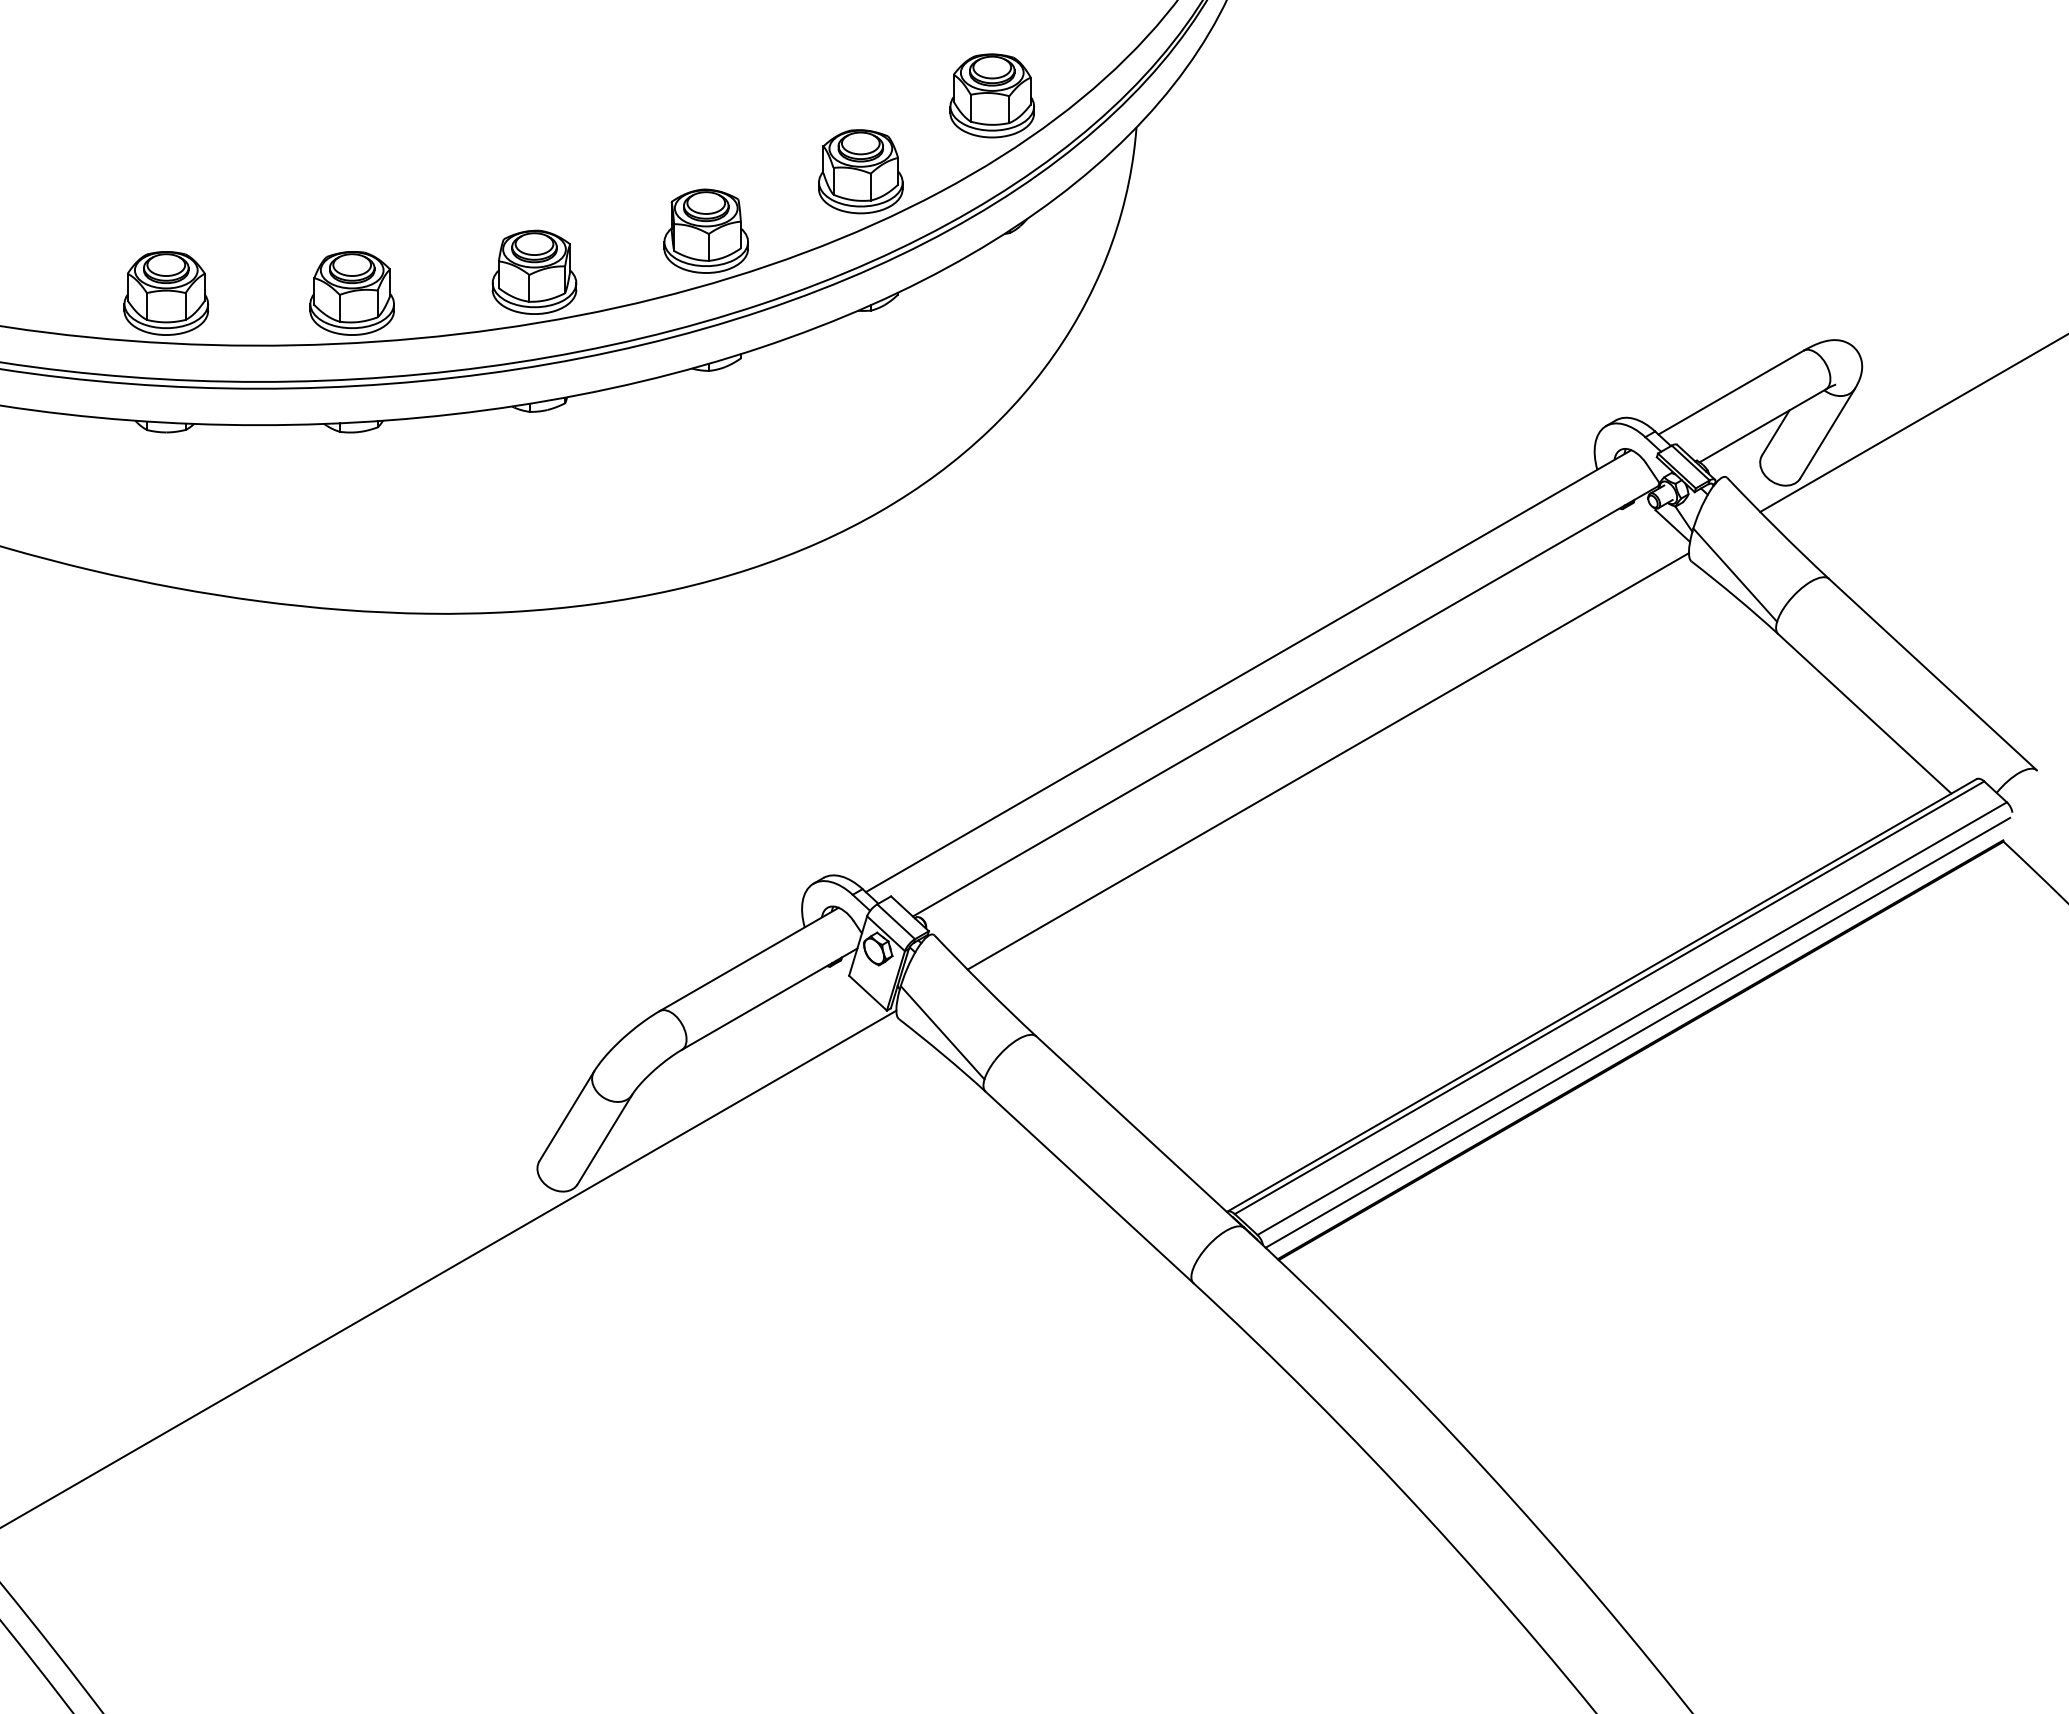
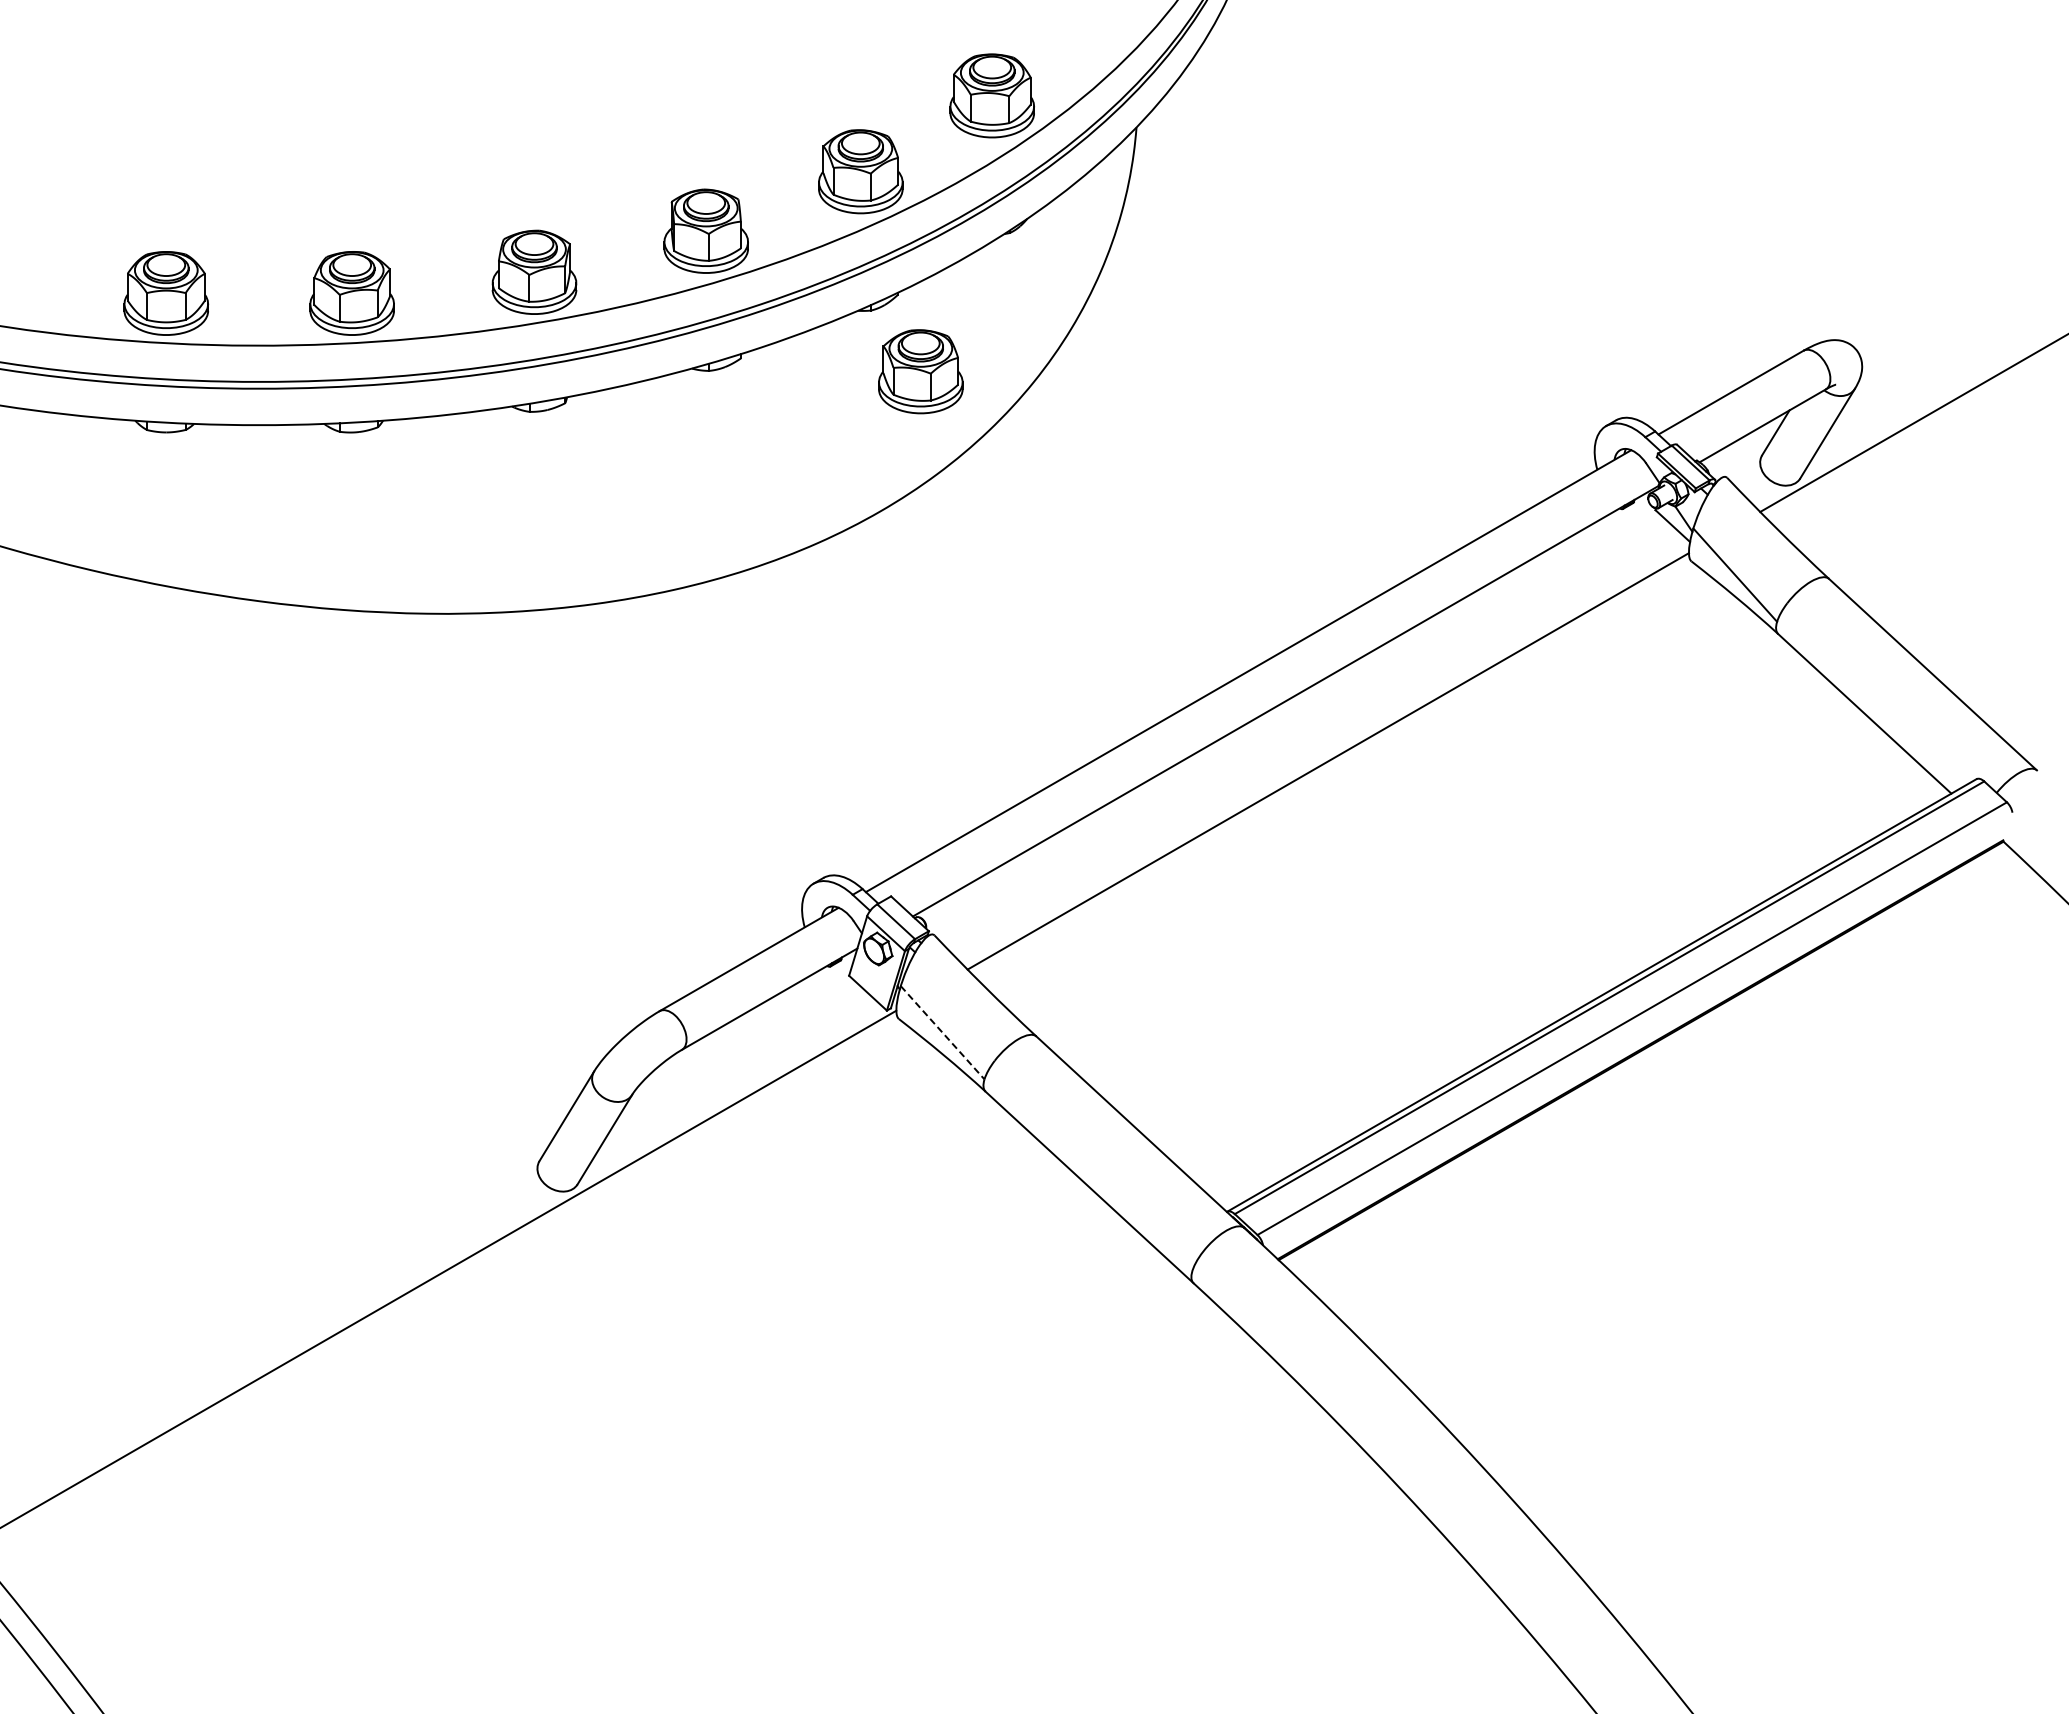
part at (920, 371): none -> present
line at (942, 1032): solid -> dashed
line at (1637, 1032): present -> none
